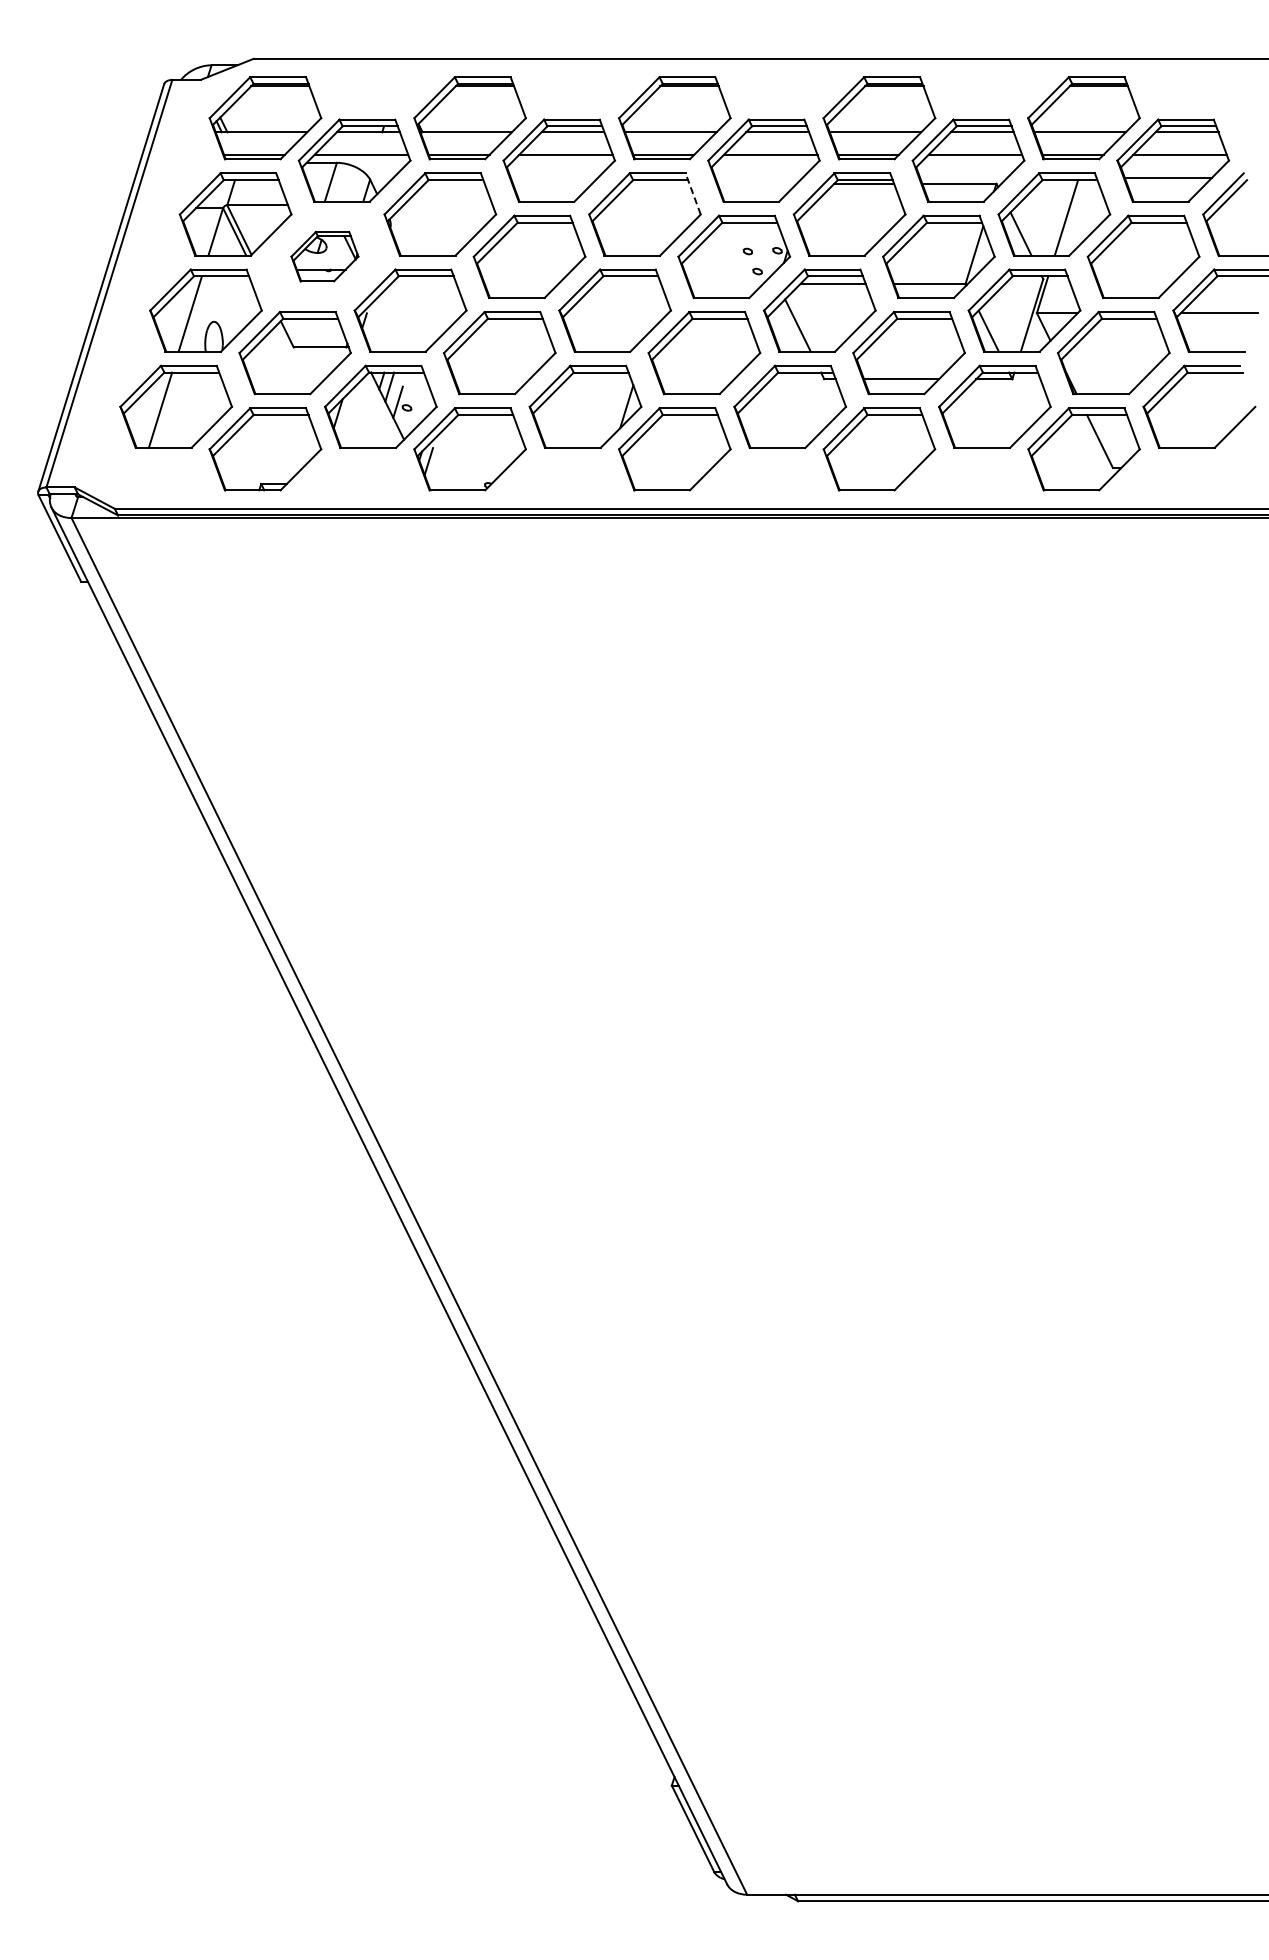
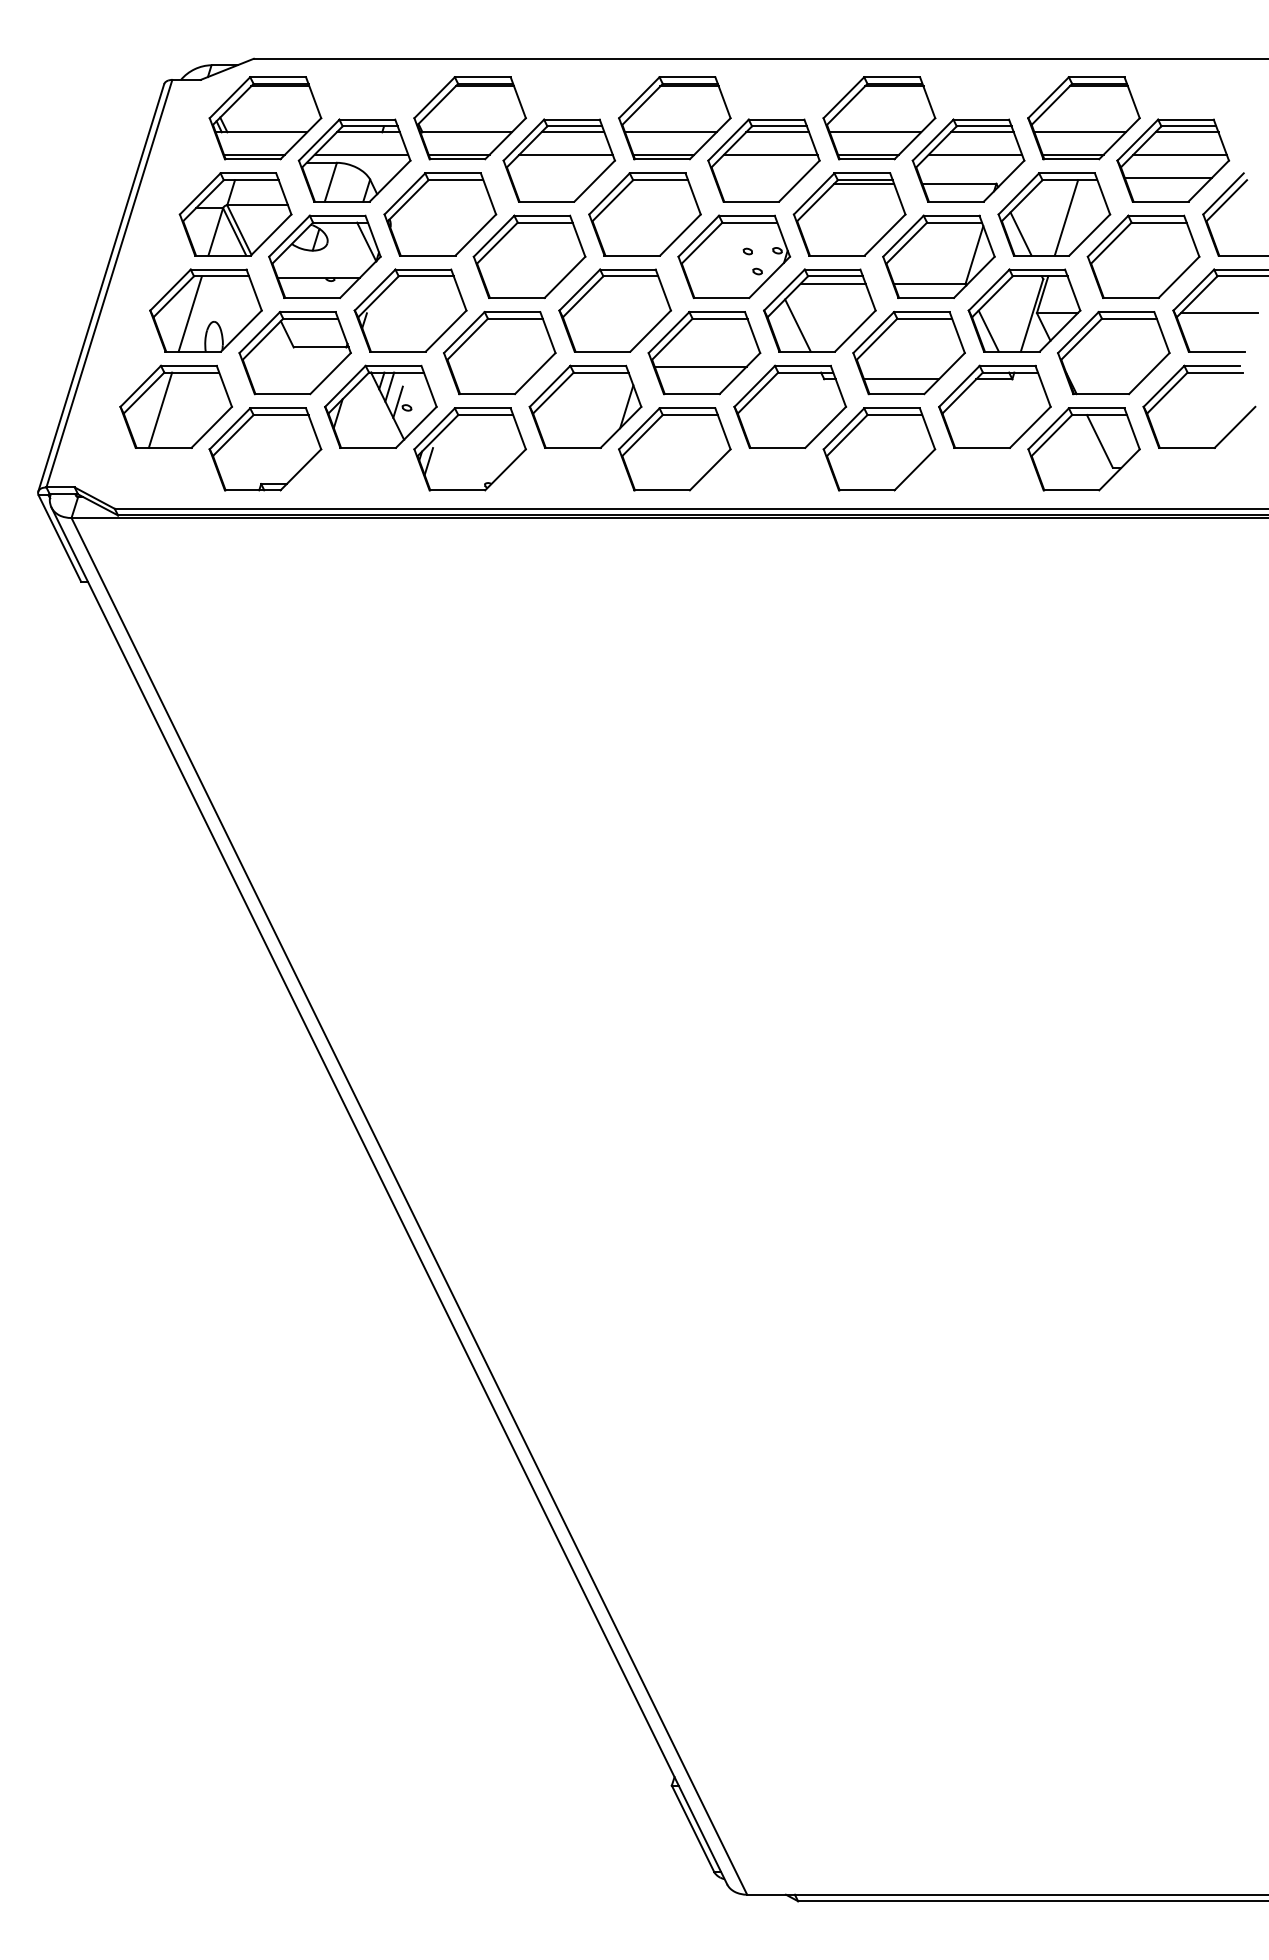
line at (693, 193): dashed -> solid
part at (324, 256) size: 70x52 px -> 114x85 px
line at (700, 366): none -> present
